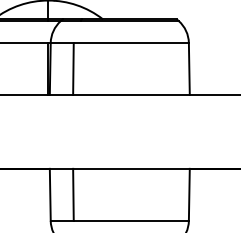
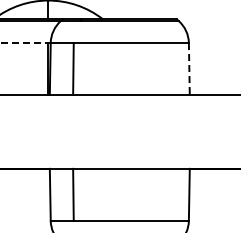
line at (24, 43): solid -> dashed
line at (189, 69): solid -> dashed
